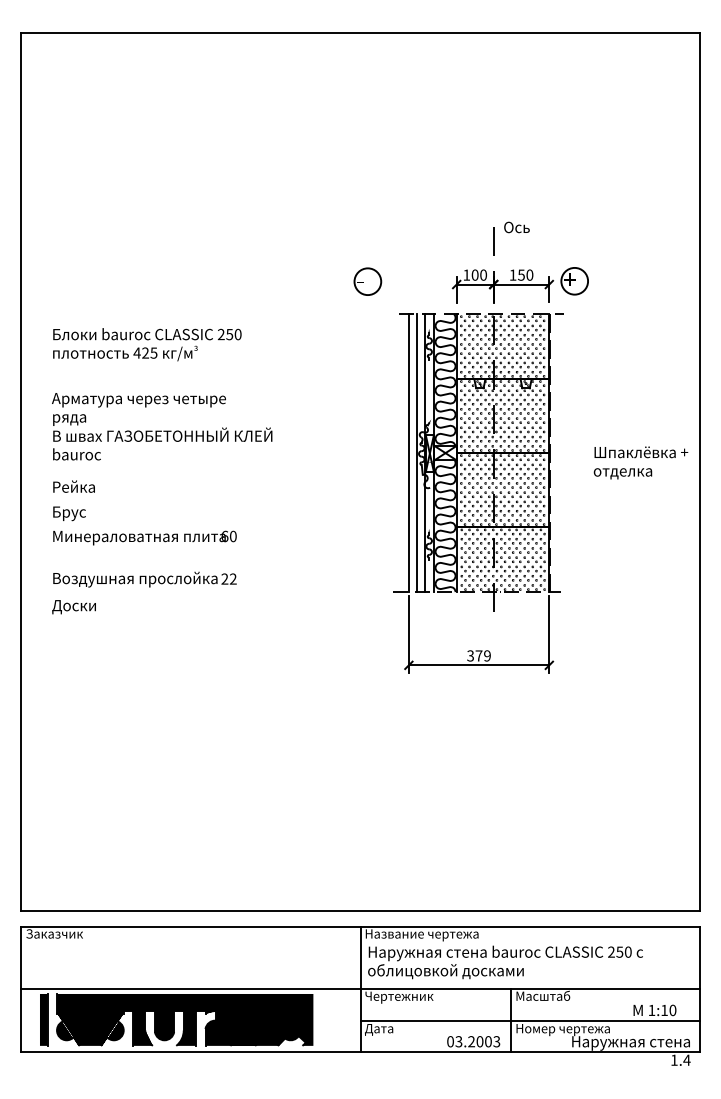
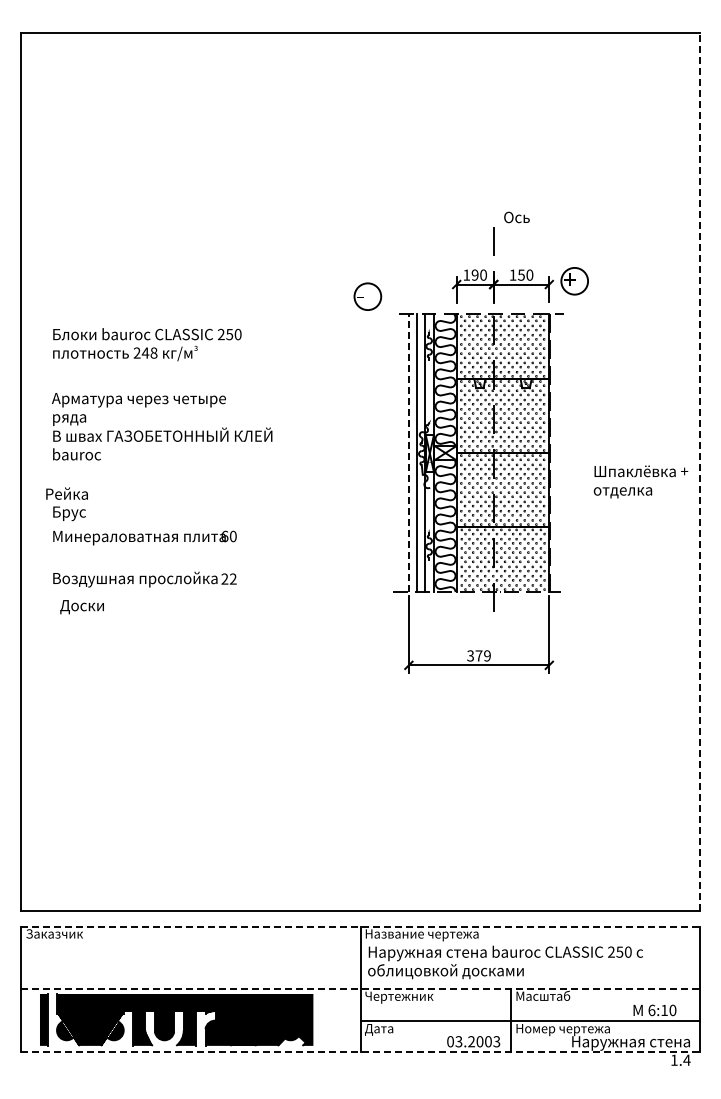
text at (516, 227) position: (516, 227) -> (516, 217)
text at (474, 274): 100 -> 190
part at (367, 281) position: (367, 281) -> (367, 296)
text at (145, 352): 425 -> 248
line at (408, 453): solid -> dashed
text at (640, 462) position: (640, 462) -> (640, 481)
line at (699, 471): solid -> dashed
text at (73, 486) position: (73, 486) -> (66, 493)
text at (73, 607) position: (73, 607) -> (81, 607)
line at (360, 926): solid -> dashed
line at (360, 989): solid -> dashed
text at (651, 1010): 1:10 -> 6:10
line at (360, 1052): solid -> dashed
